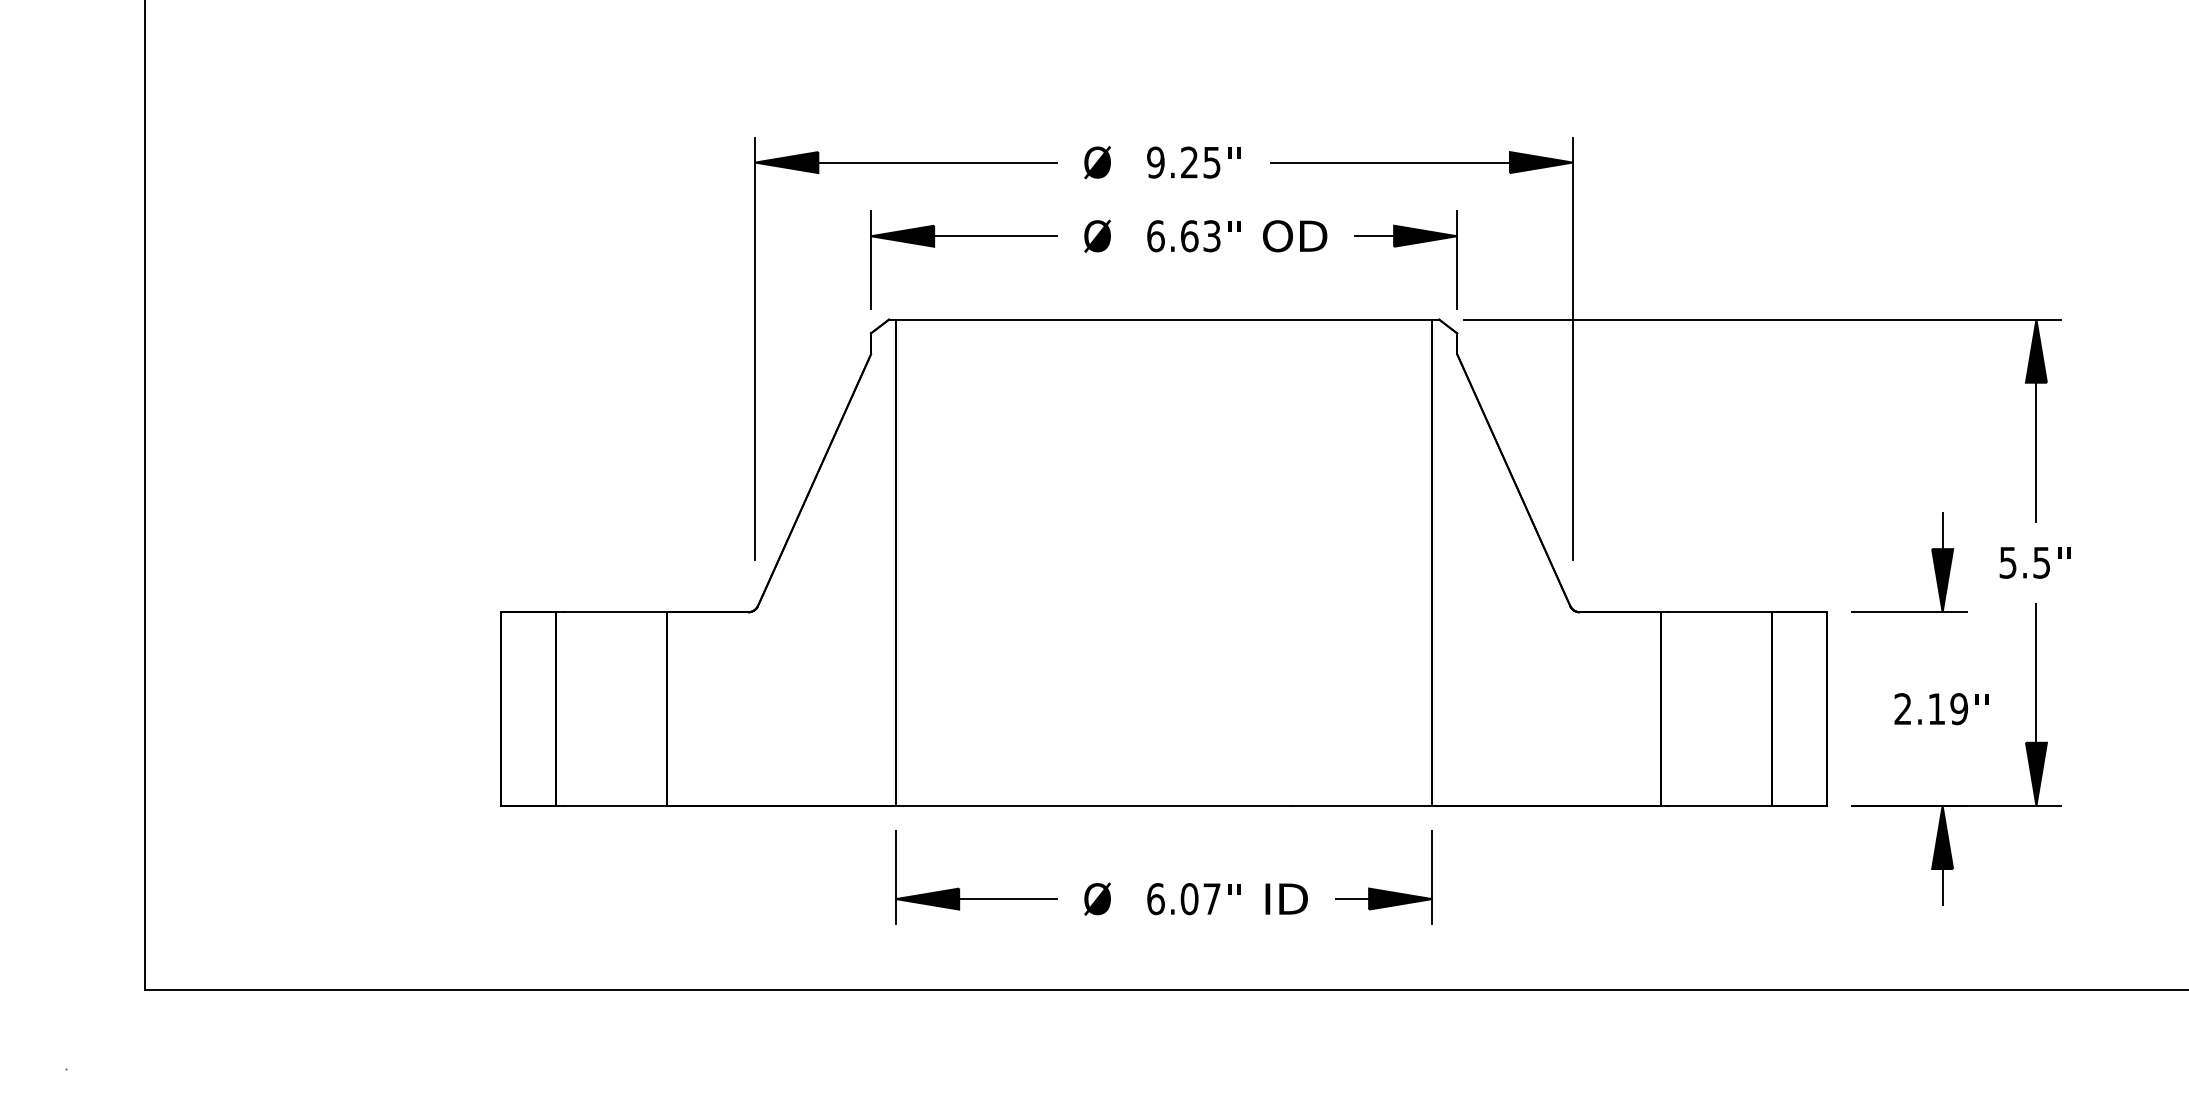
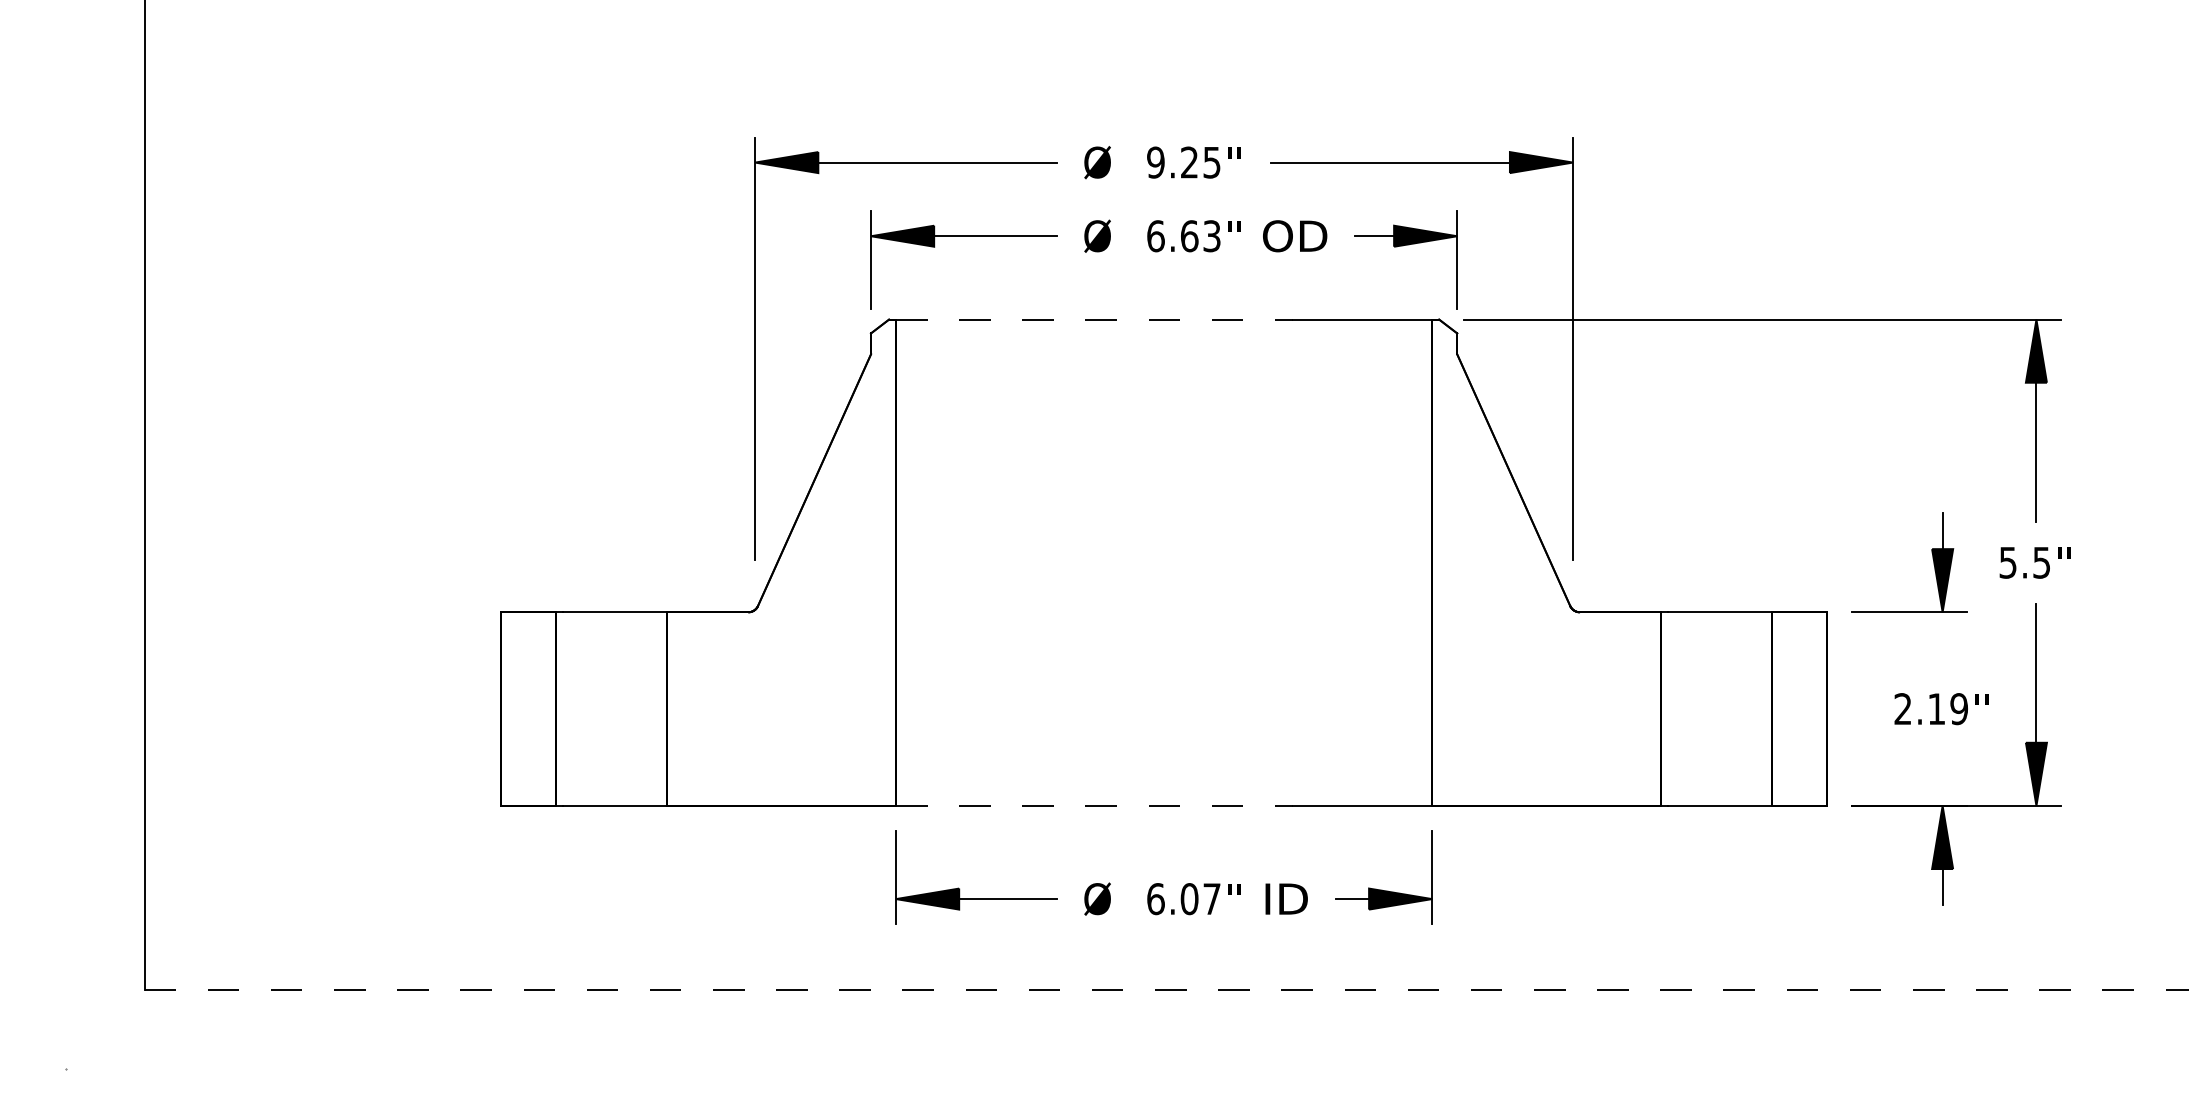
line at (1094, 319): solid -> dashed
line at (1094, 805): solid -> dashed
line at (1166, 990): solid -> dashed
